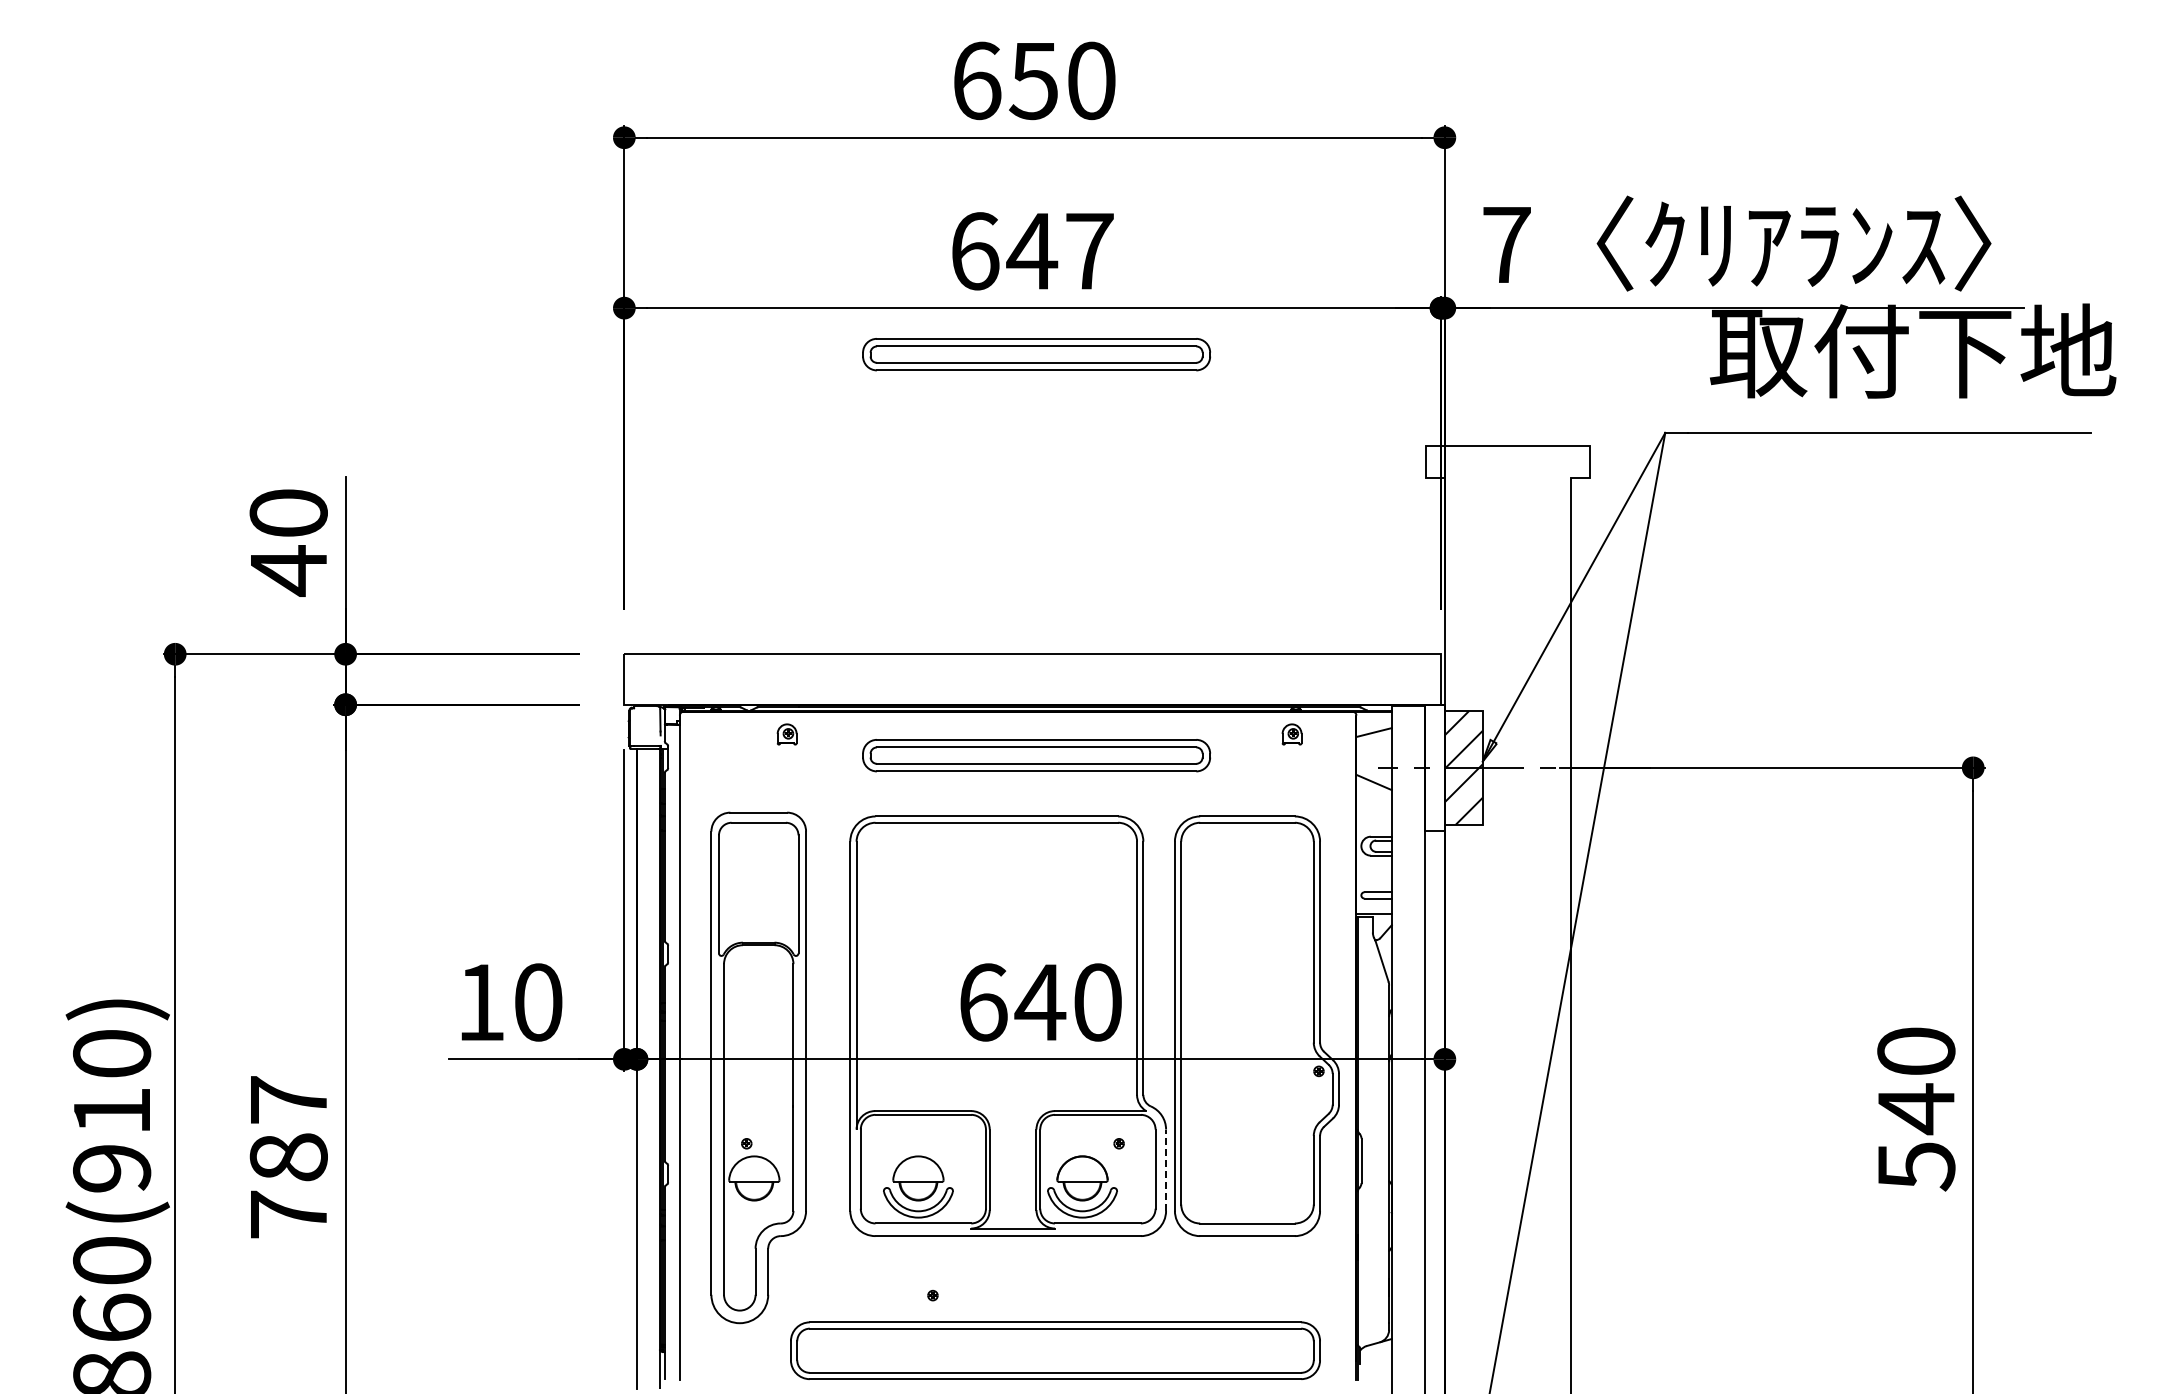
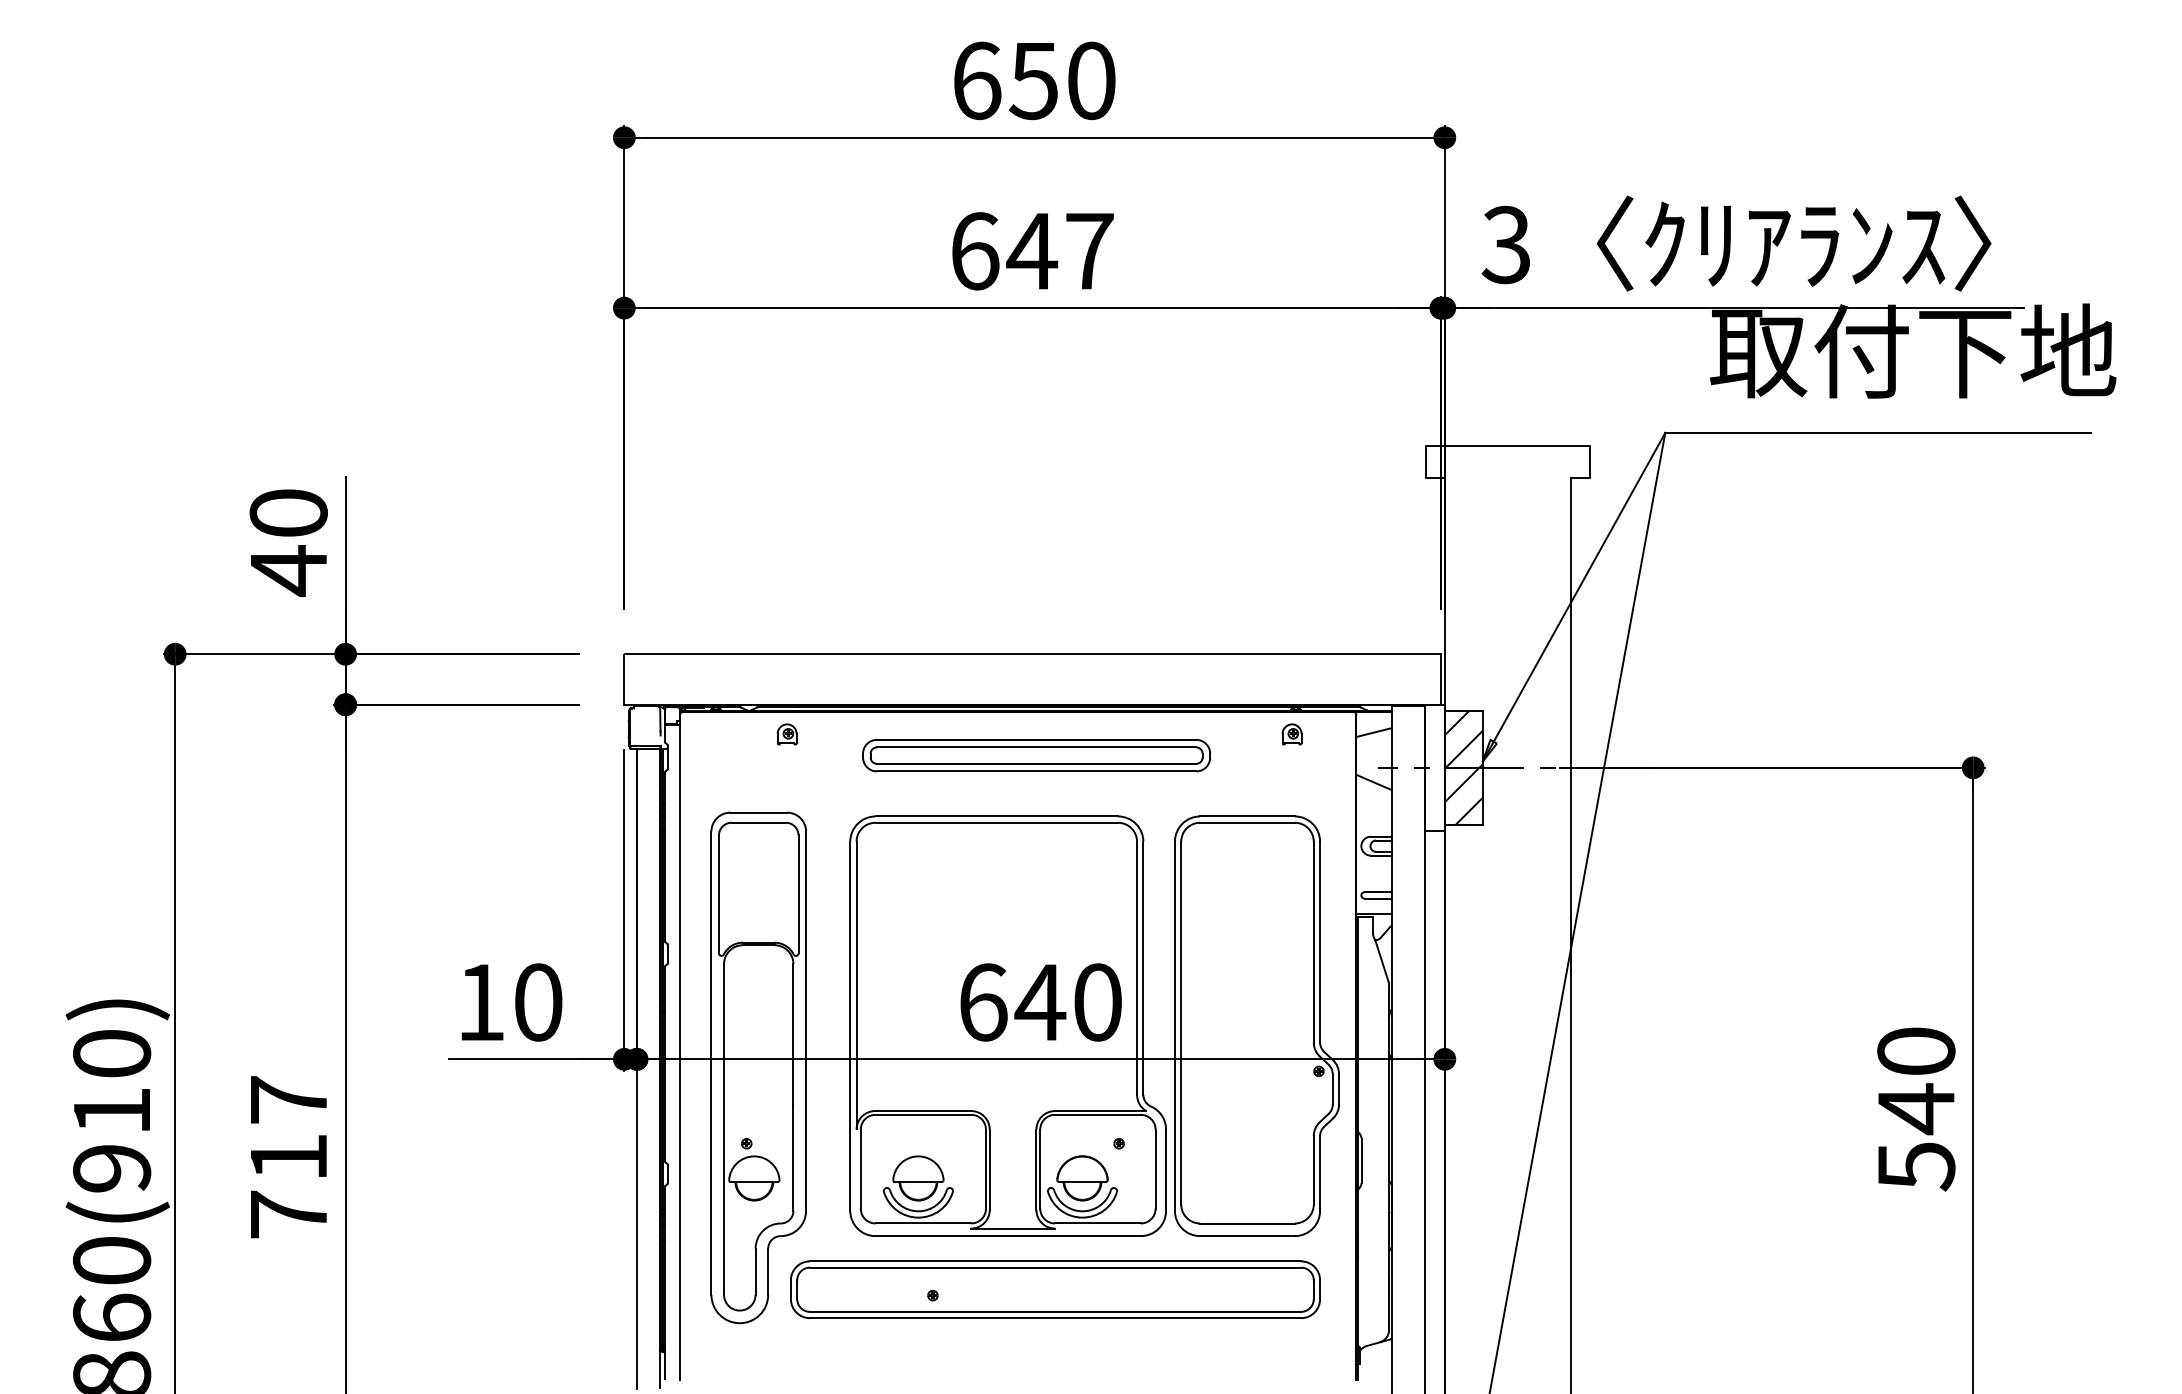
text at (1505, 244): 7 -> 3
part at (1036, 354): present -> none
text at (288, 1157): 787 -> 717
line at (1166, 1170): dashed -> solid
part at (1055, 1350) position: (1055, 1350) -> (1055, 1289)
